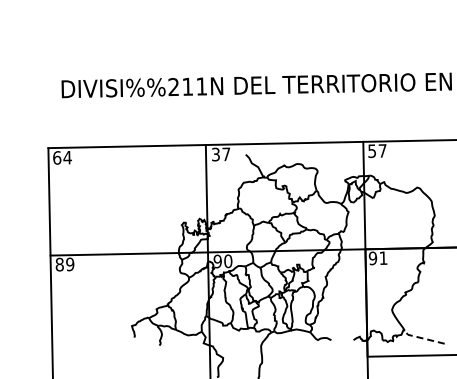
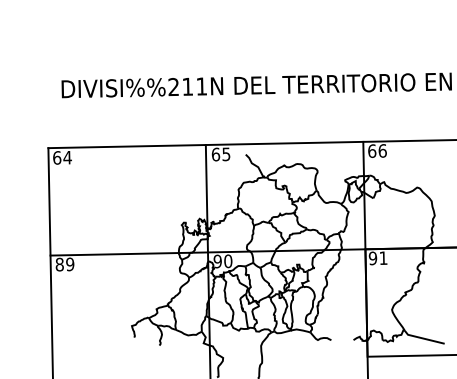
text at (377, 151): 57 -> 66
text at (220, 154): 37 -> 65
line at (422, 338): dashed -> solid
